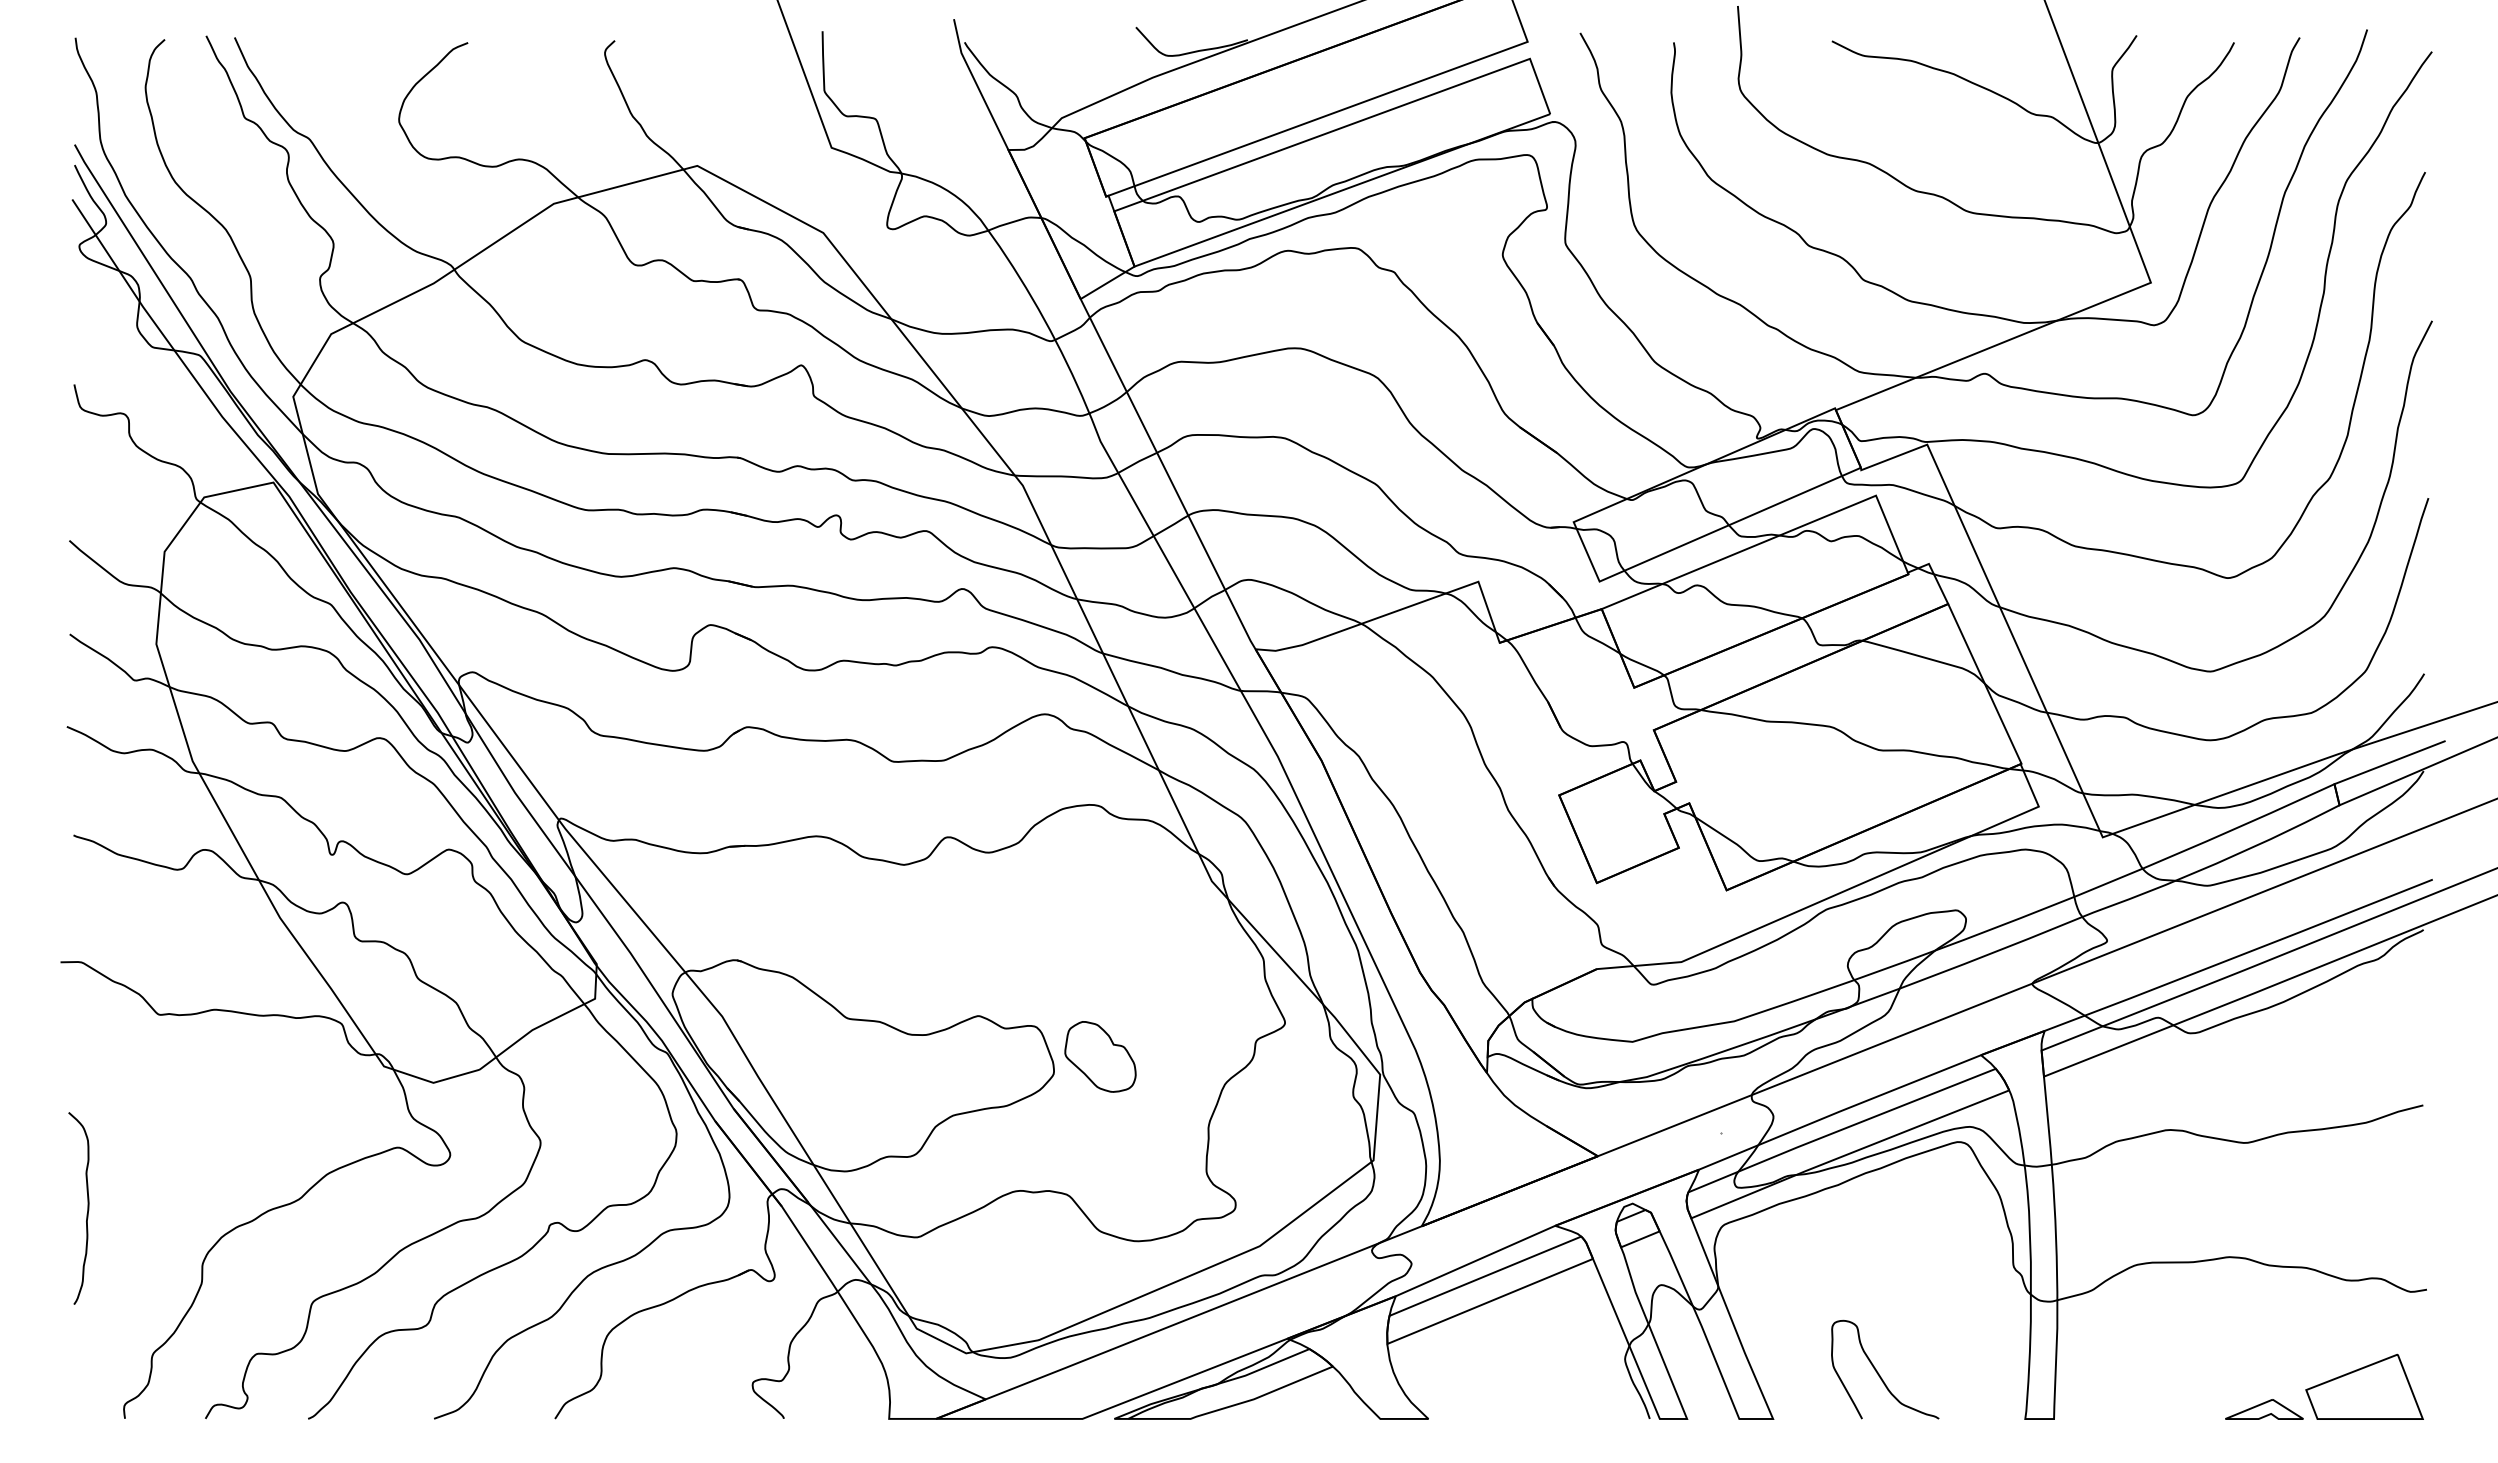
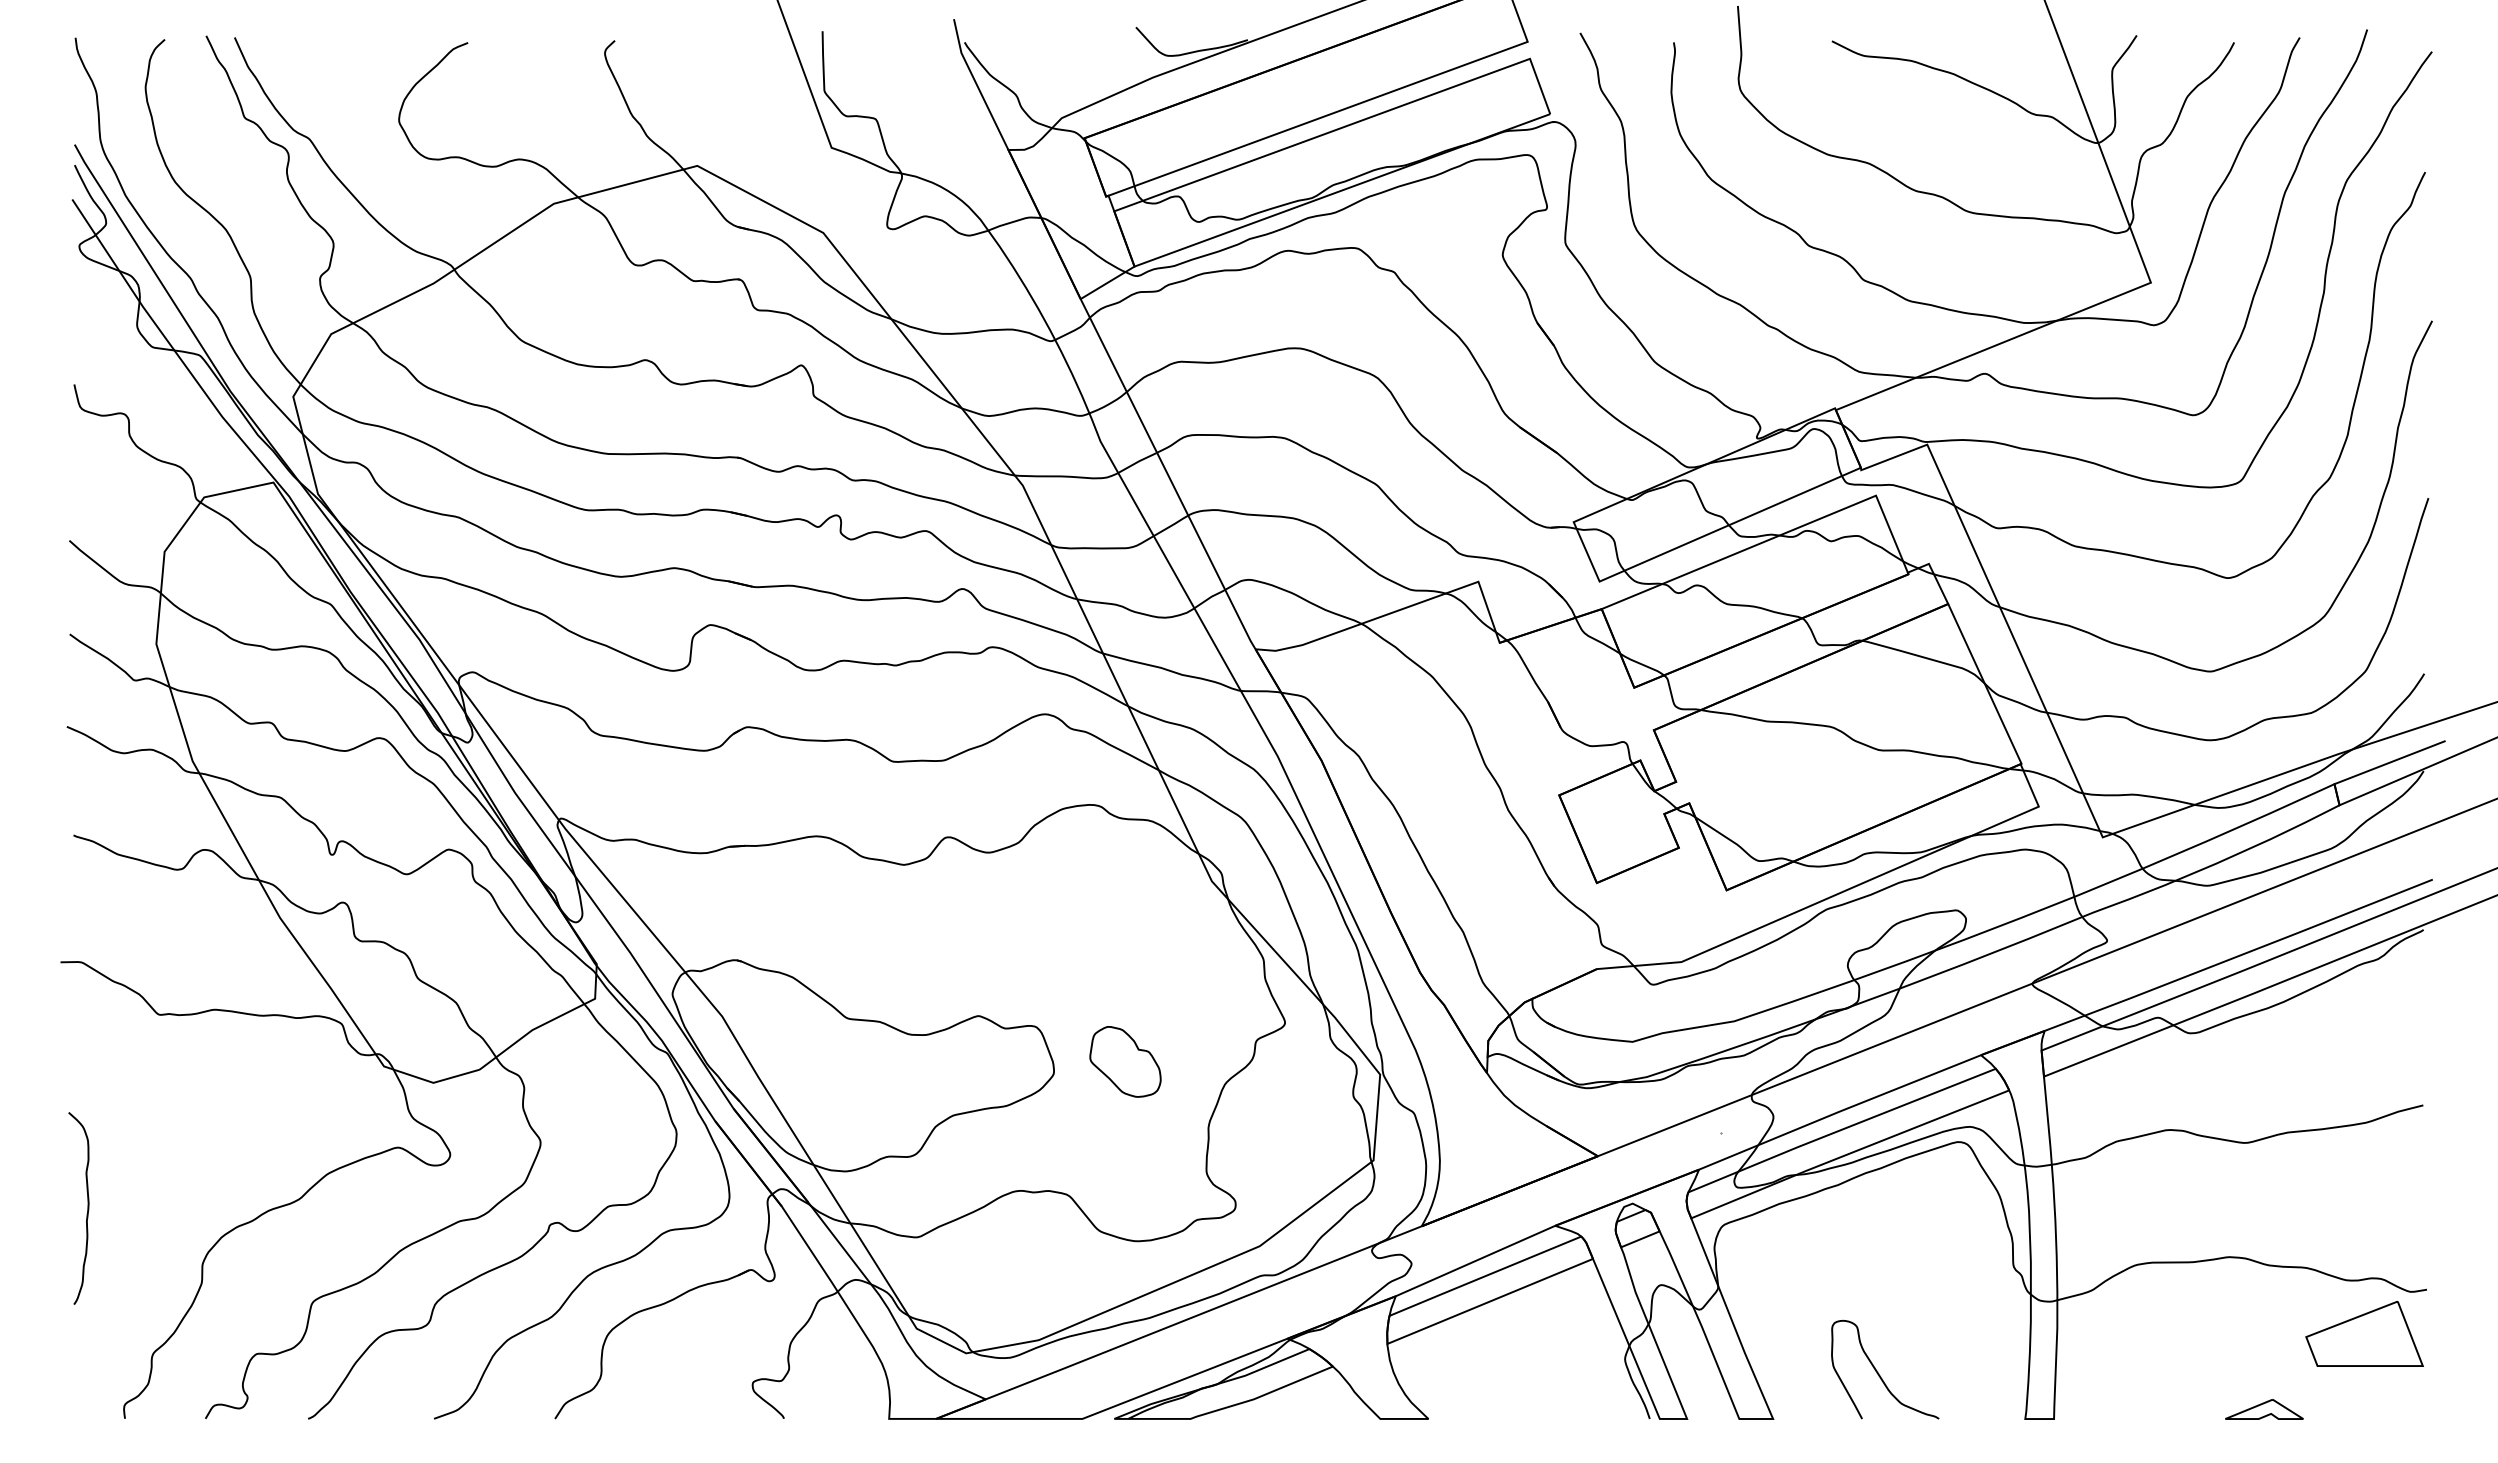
part at (1100, 1056) position: (1100, 1056) -> (1125, 1061)
part at (2364, 1386) position: (2364, 1386) -> (2364, 1333)
